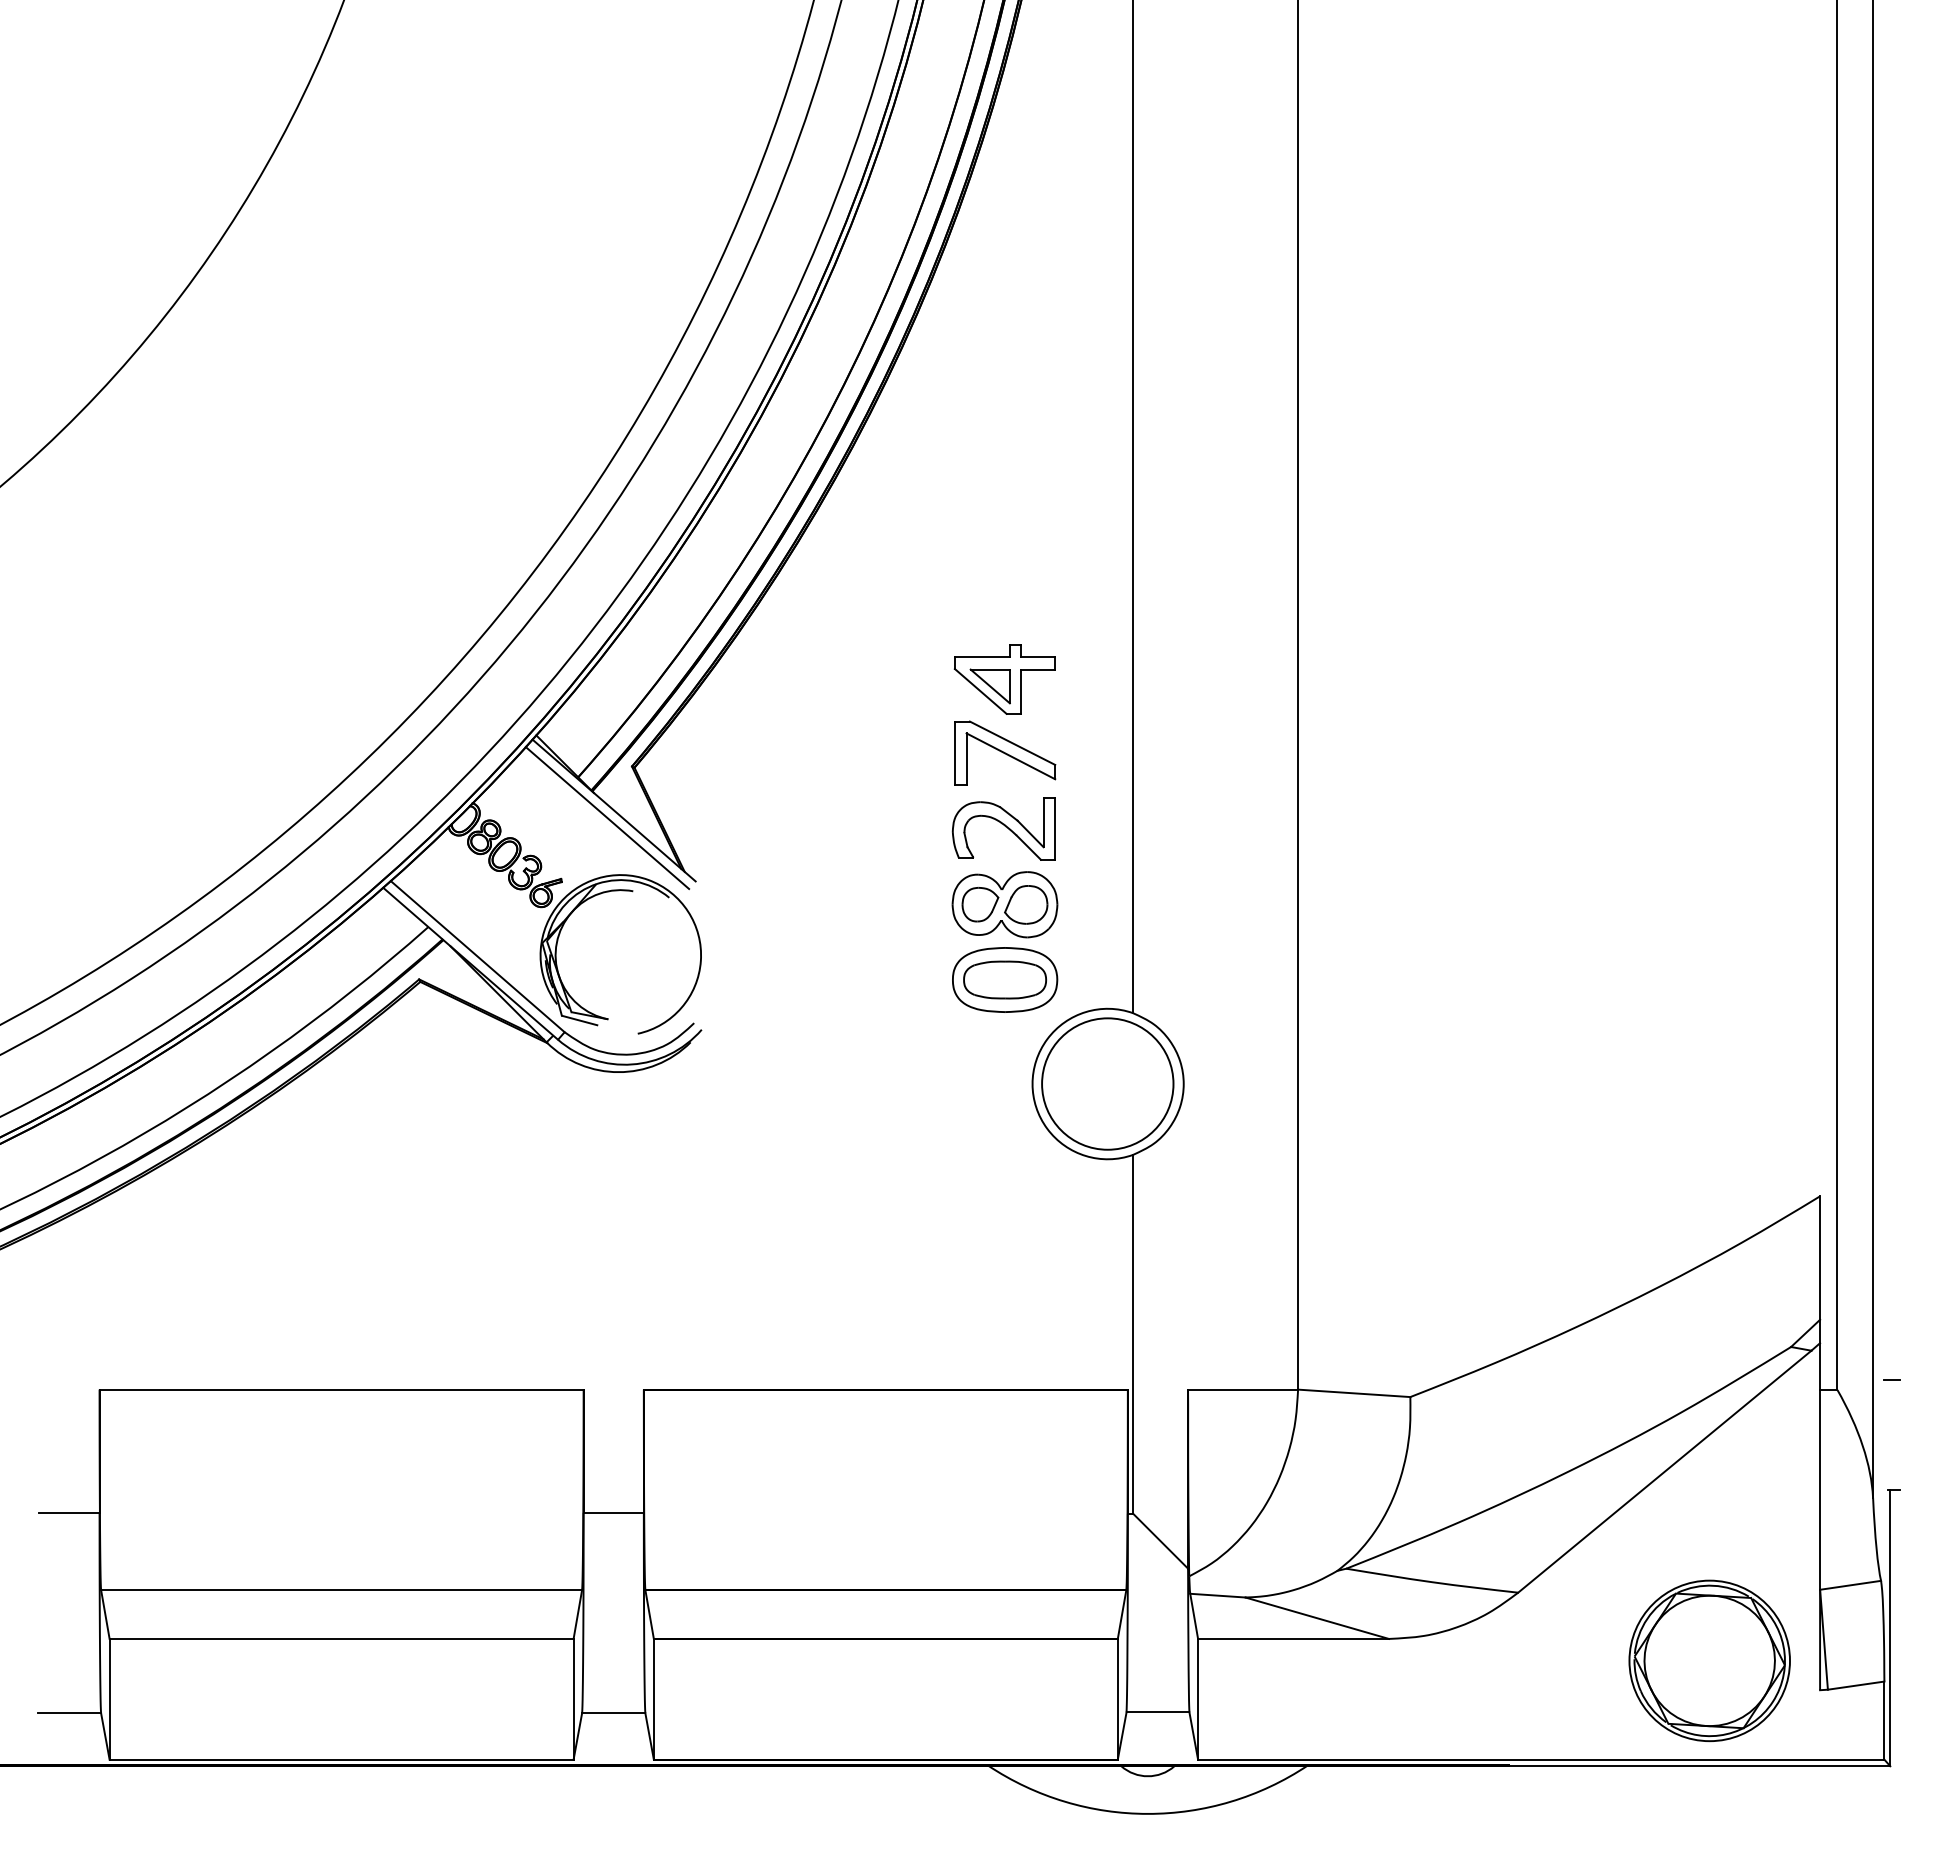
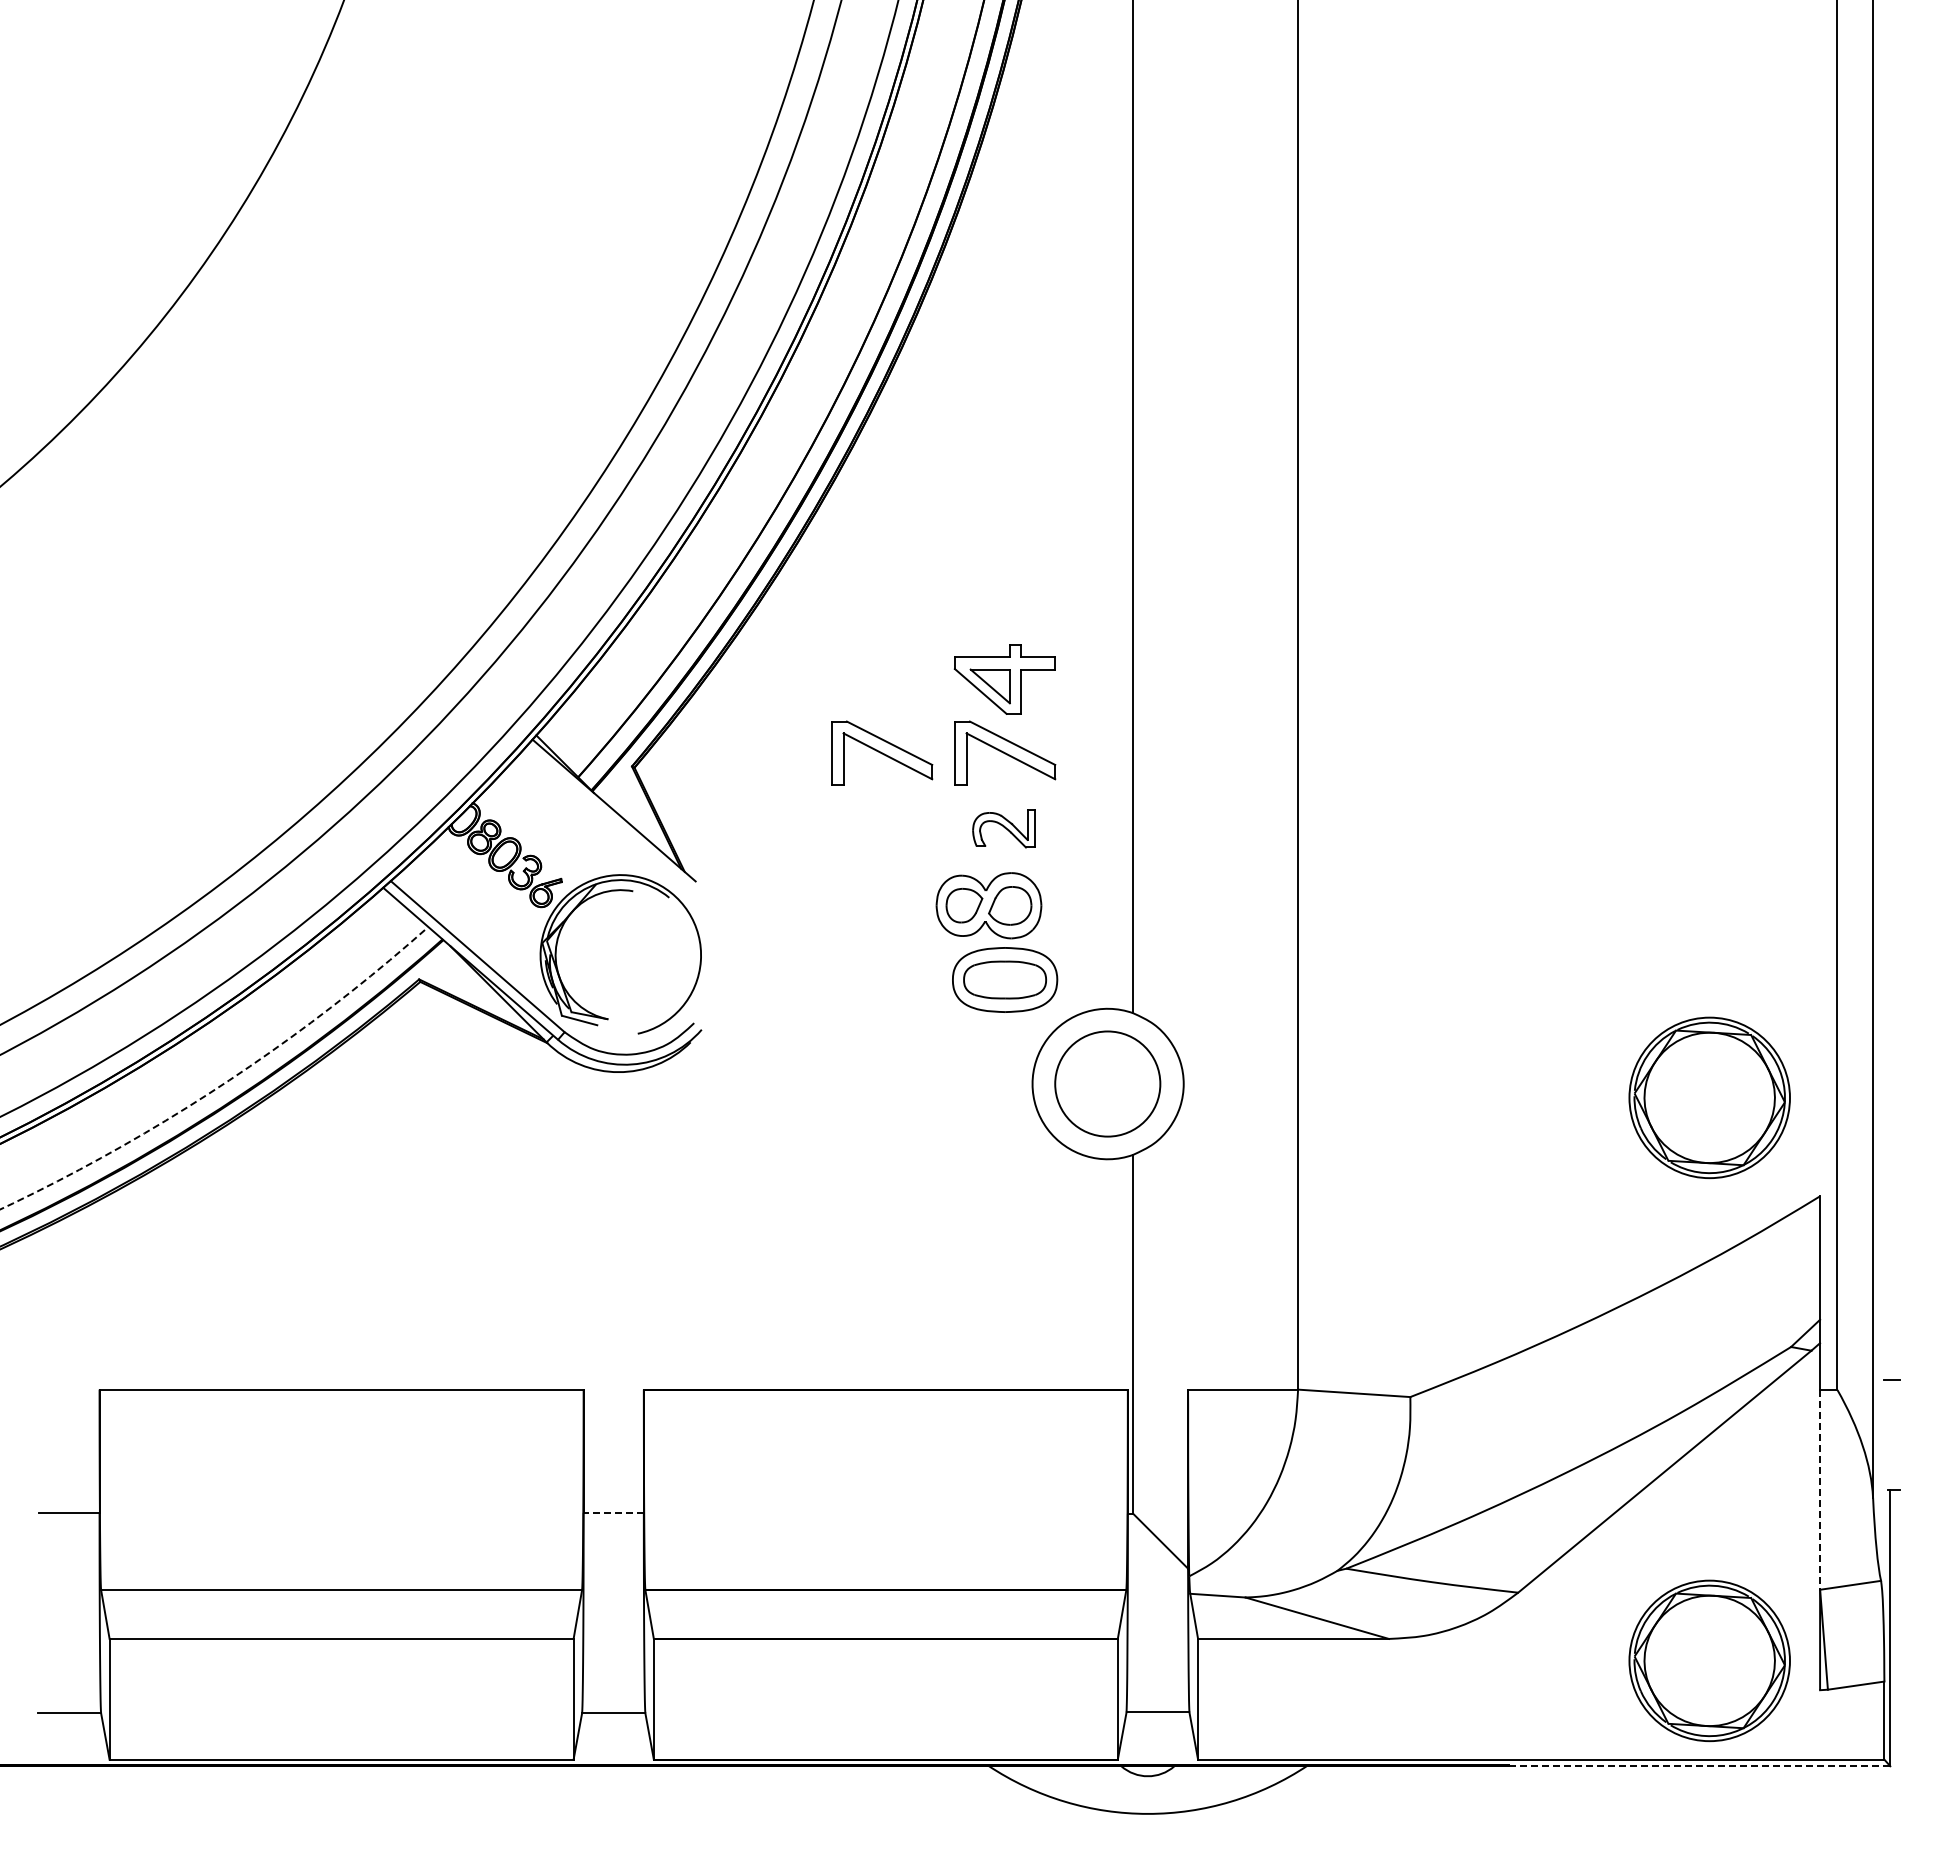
part at (882, 752): none -> present
line at (607, 818): present -> none
part at (1003, 828) size: 105x64 px -> 64x40 px
part at (1004, 904) position: (1004, 904) -> (988, 905)
arc at (225, 1082): solid -> dashed
circle at (1107, 1083) diameter: 131 px -> 105 px
part at (1709, 1097): none -> present
line at (1820, 1489): solid -> dashed
line at (613, 1512): solid -> dashed
line at (1699, 1766): solid -> dashed
